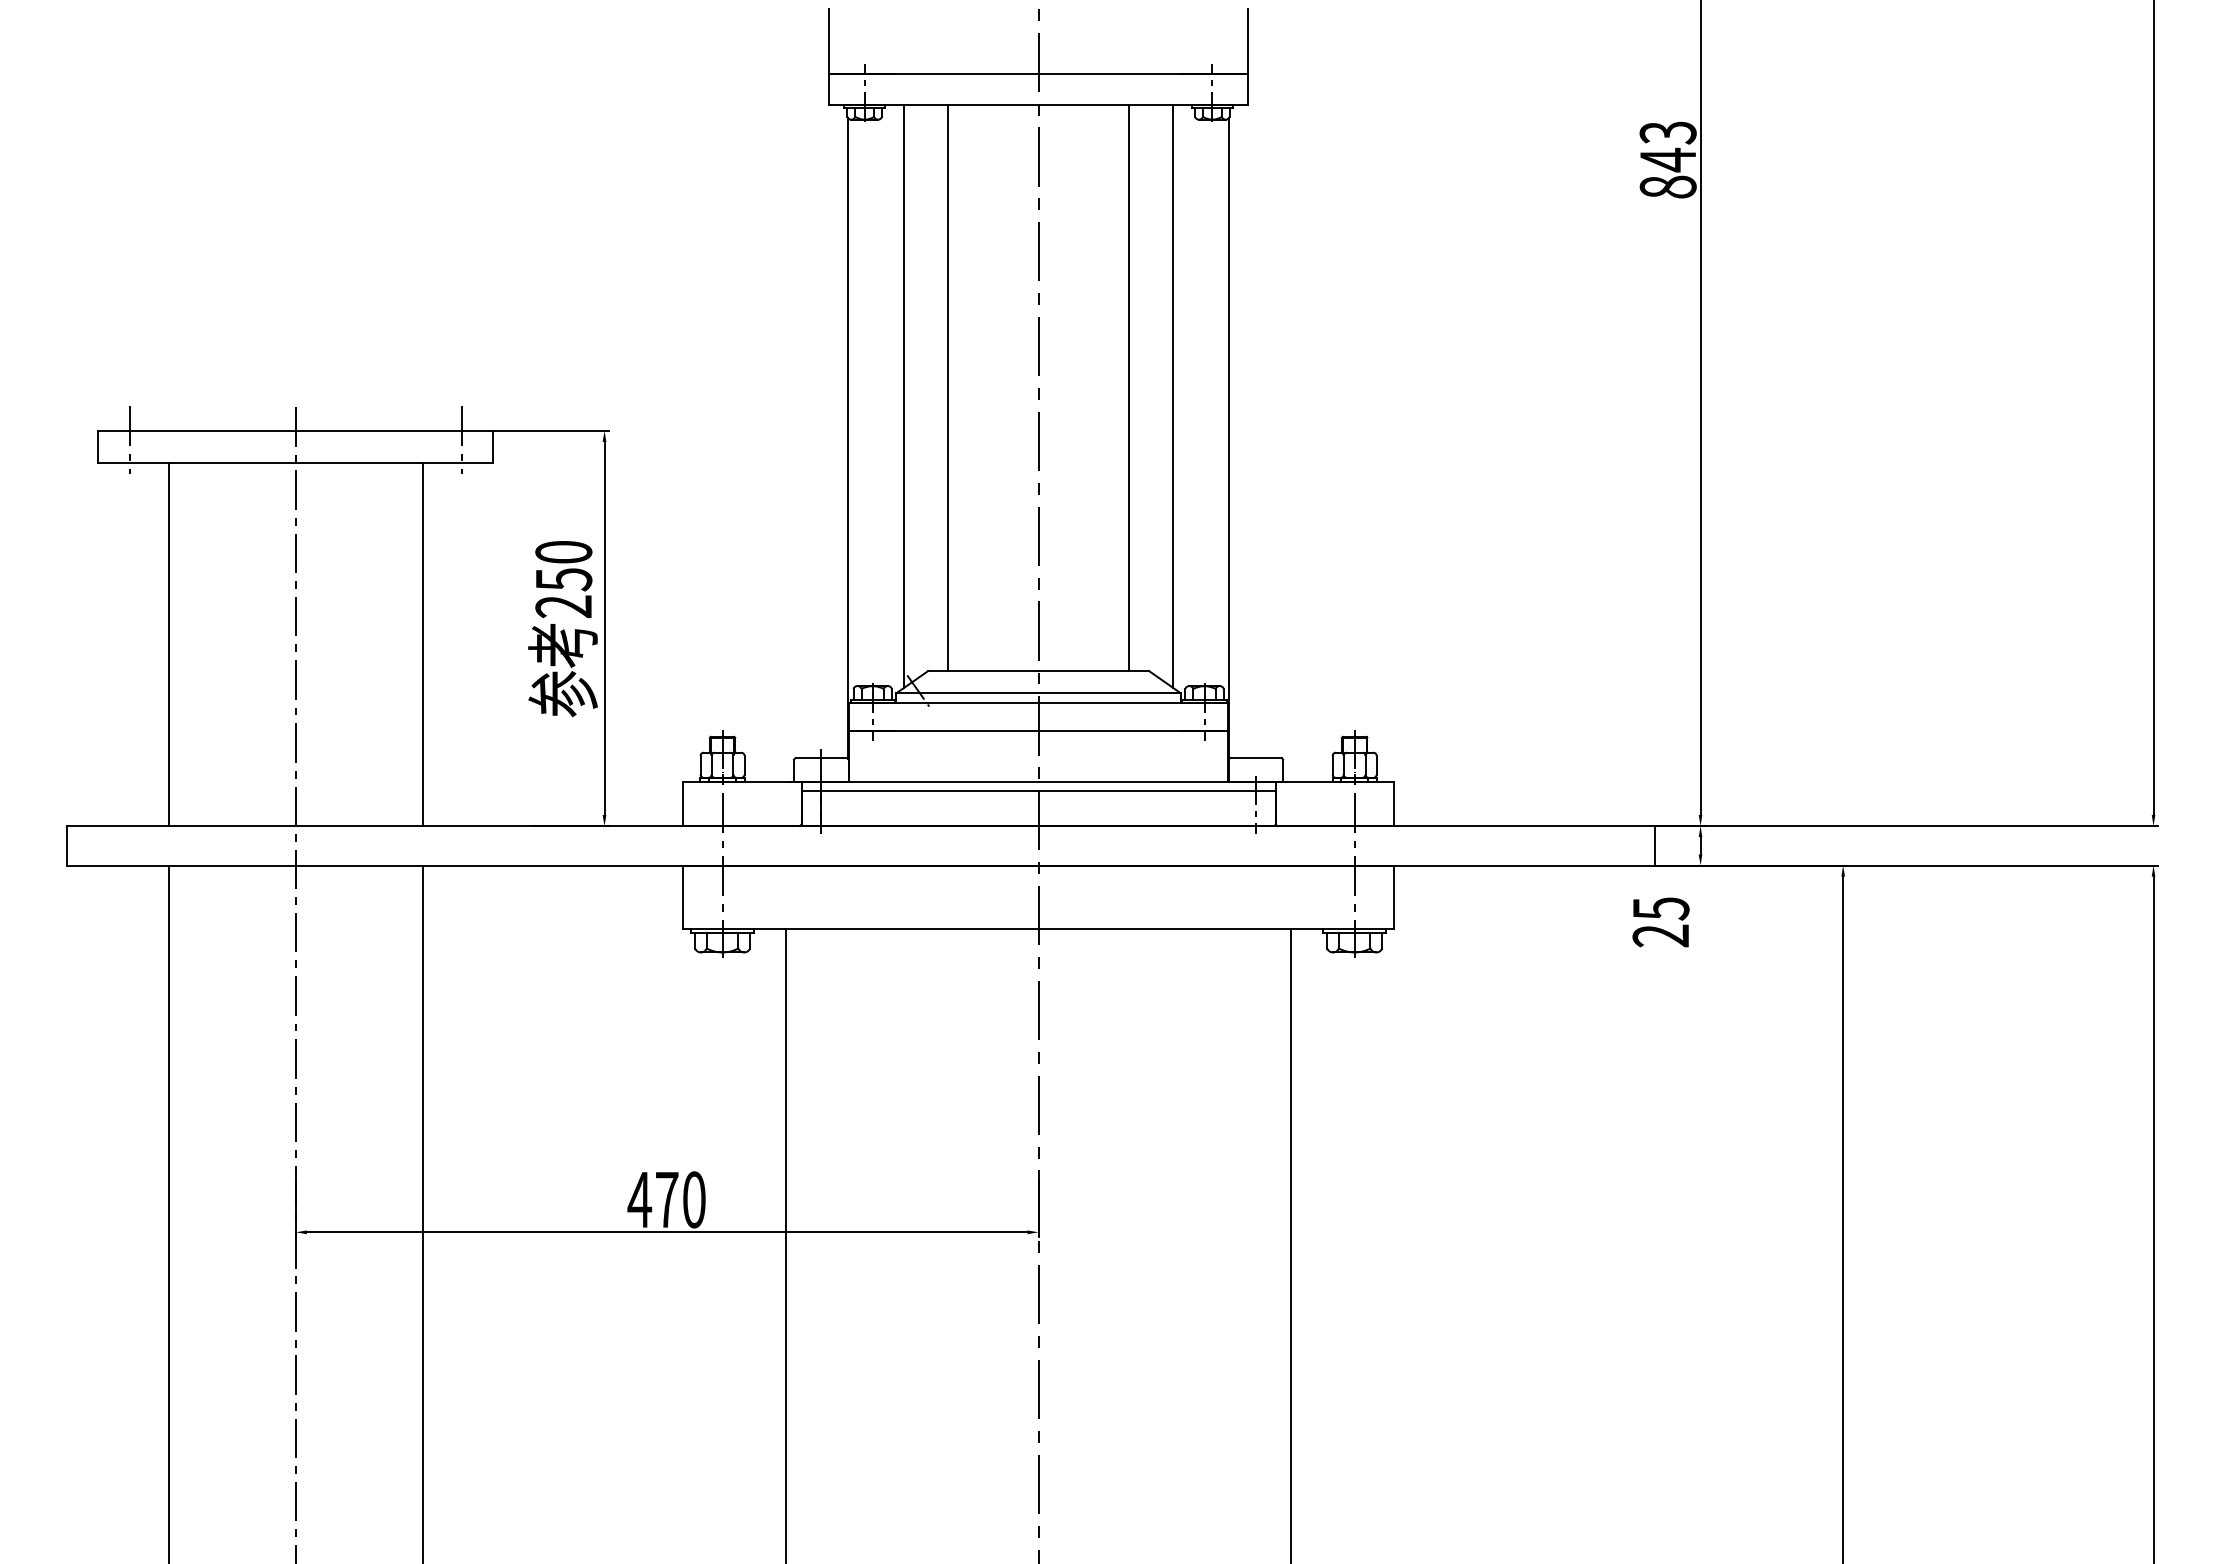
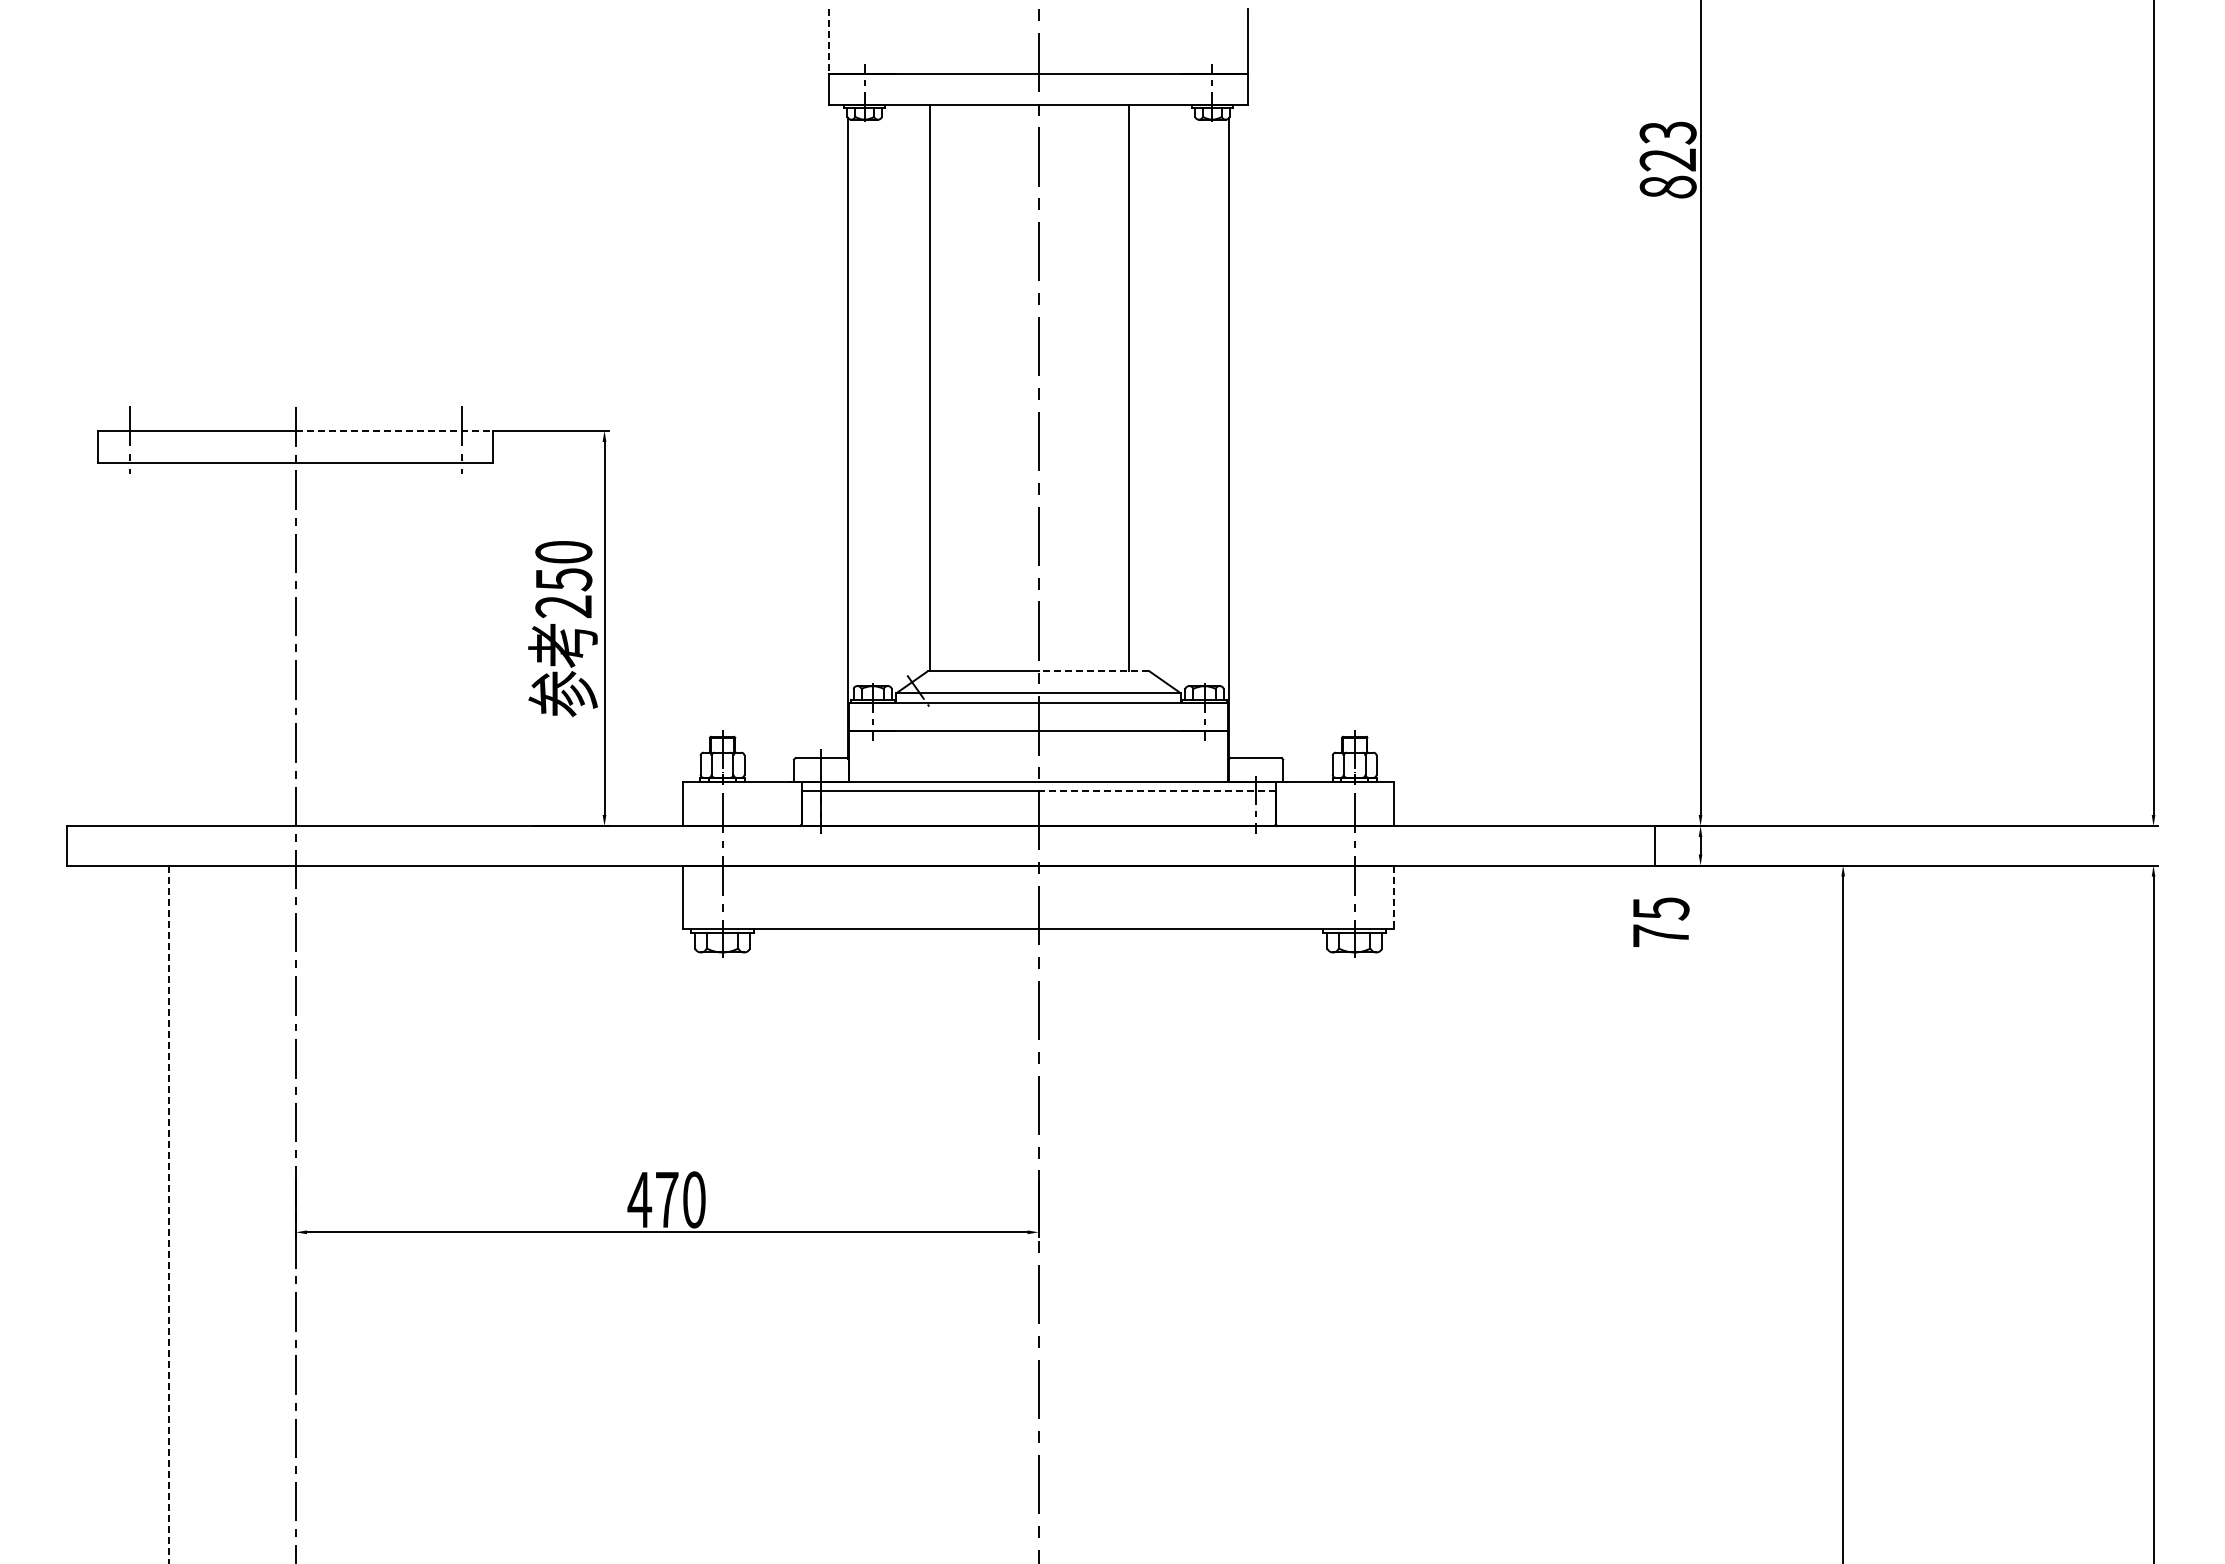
line at (829, 41): solid -> dashed
text at (1667, 159): 843 -> 823
line at (947, 388) position: (947, 388) -> (929, 388)
line at (904, 396): present -> none
line at (1172, 396): present -> none
line at (394, 430): solid -> dashed
line at (168, 644): present -> none
line at (423, 644): present -> none
line at (1093, 671): solid -> dashed
line at (1157, 791): solid -> dashed
line at (1394, 897): solid -> dashed
text at (1660, 935): 25 -> 75
line at (423, 1212): present -> none
line at (168, 1214): solid -> dashed
line at (785, 1244): present -> none
line at (1291, 1244): present -> none
